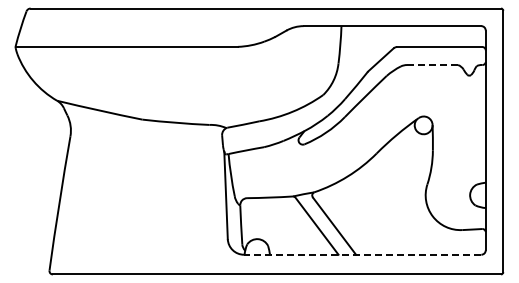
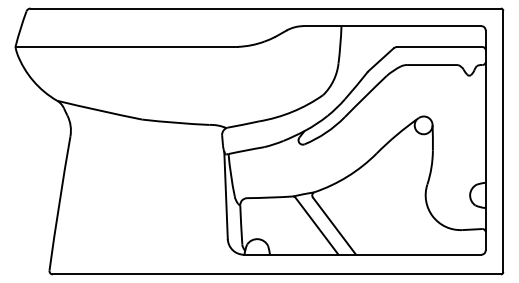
arc at (432, 65): dashed -> solid
line at (362, 254): dashed -> solid
